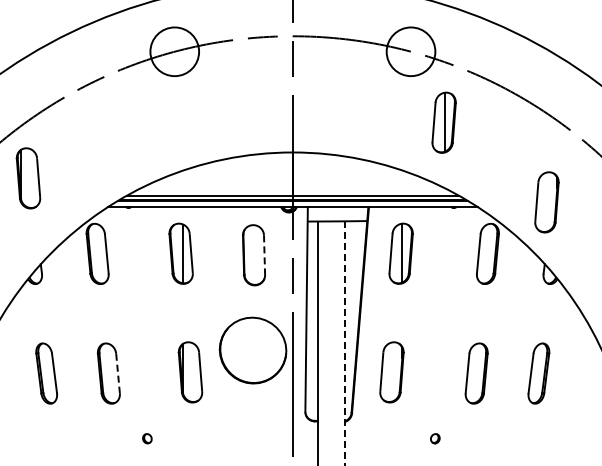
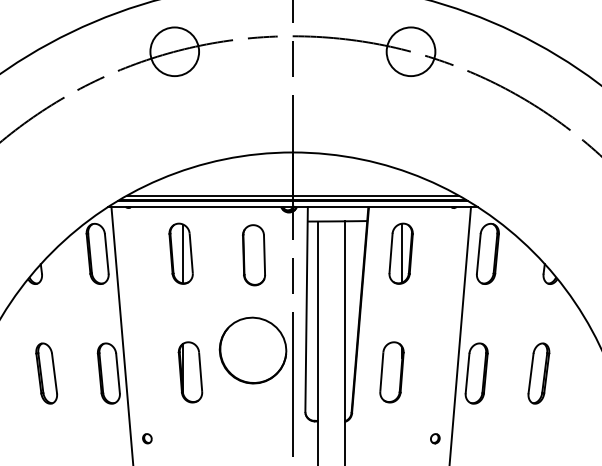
part at (443, 122): present -> none
part at (28, 178): present -> none
part at (546, 202): present -> none
line at (264, 255): dashed -> solid
line at (122, 334): none -> present
line at (460, 334): none -> present
line at (344, 344): dashed -> solid
line at (118, 373): dashed -> solid
